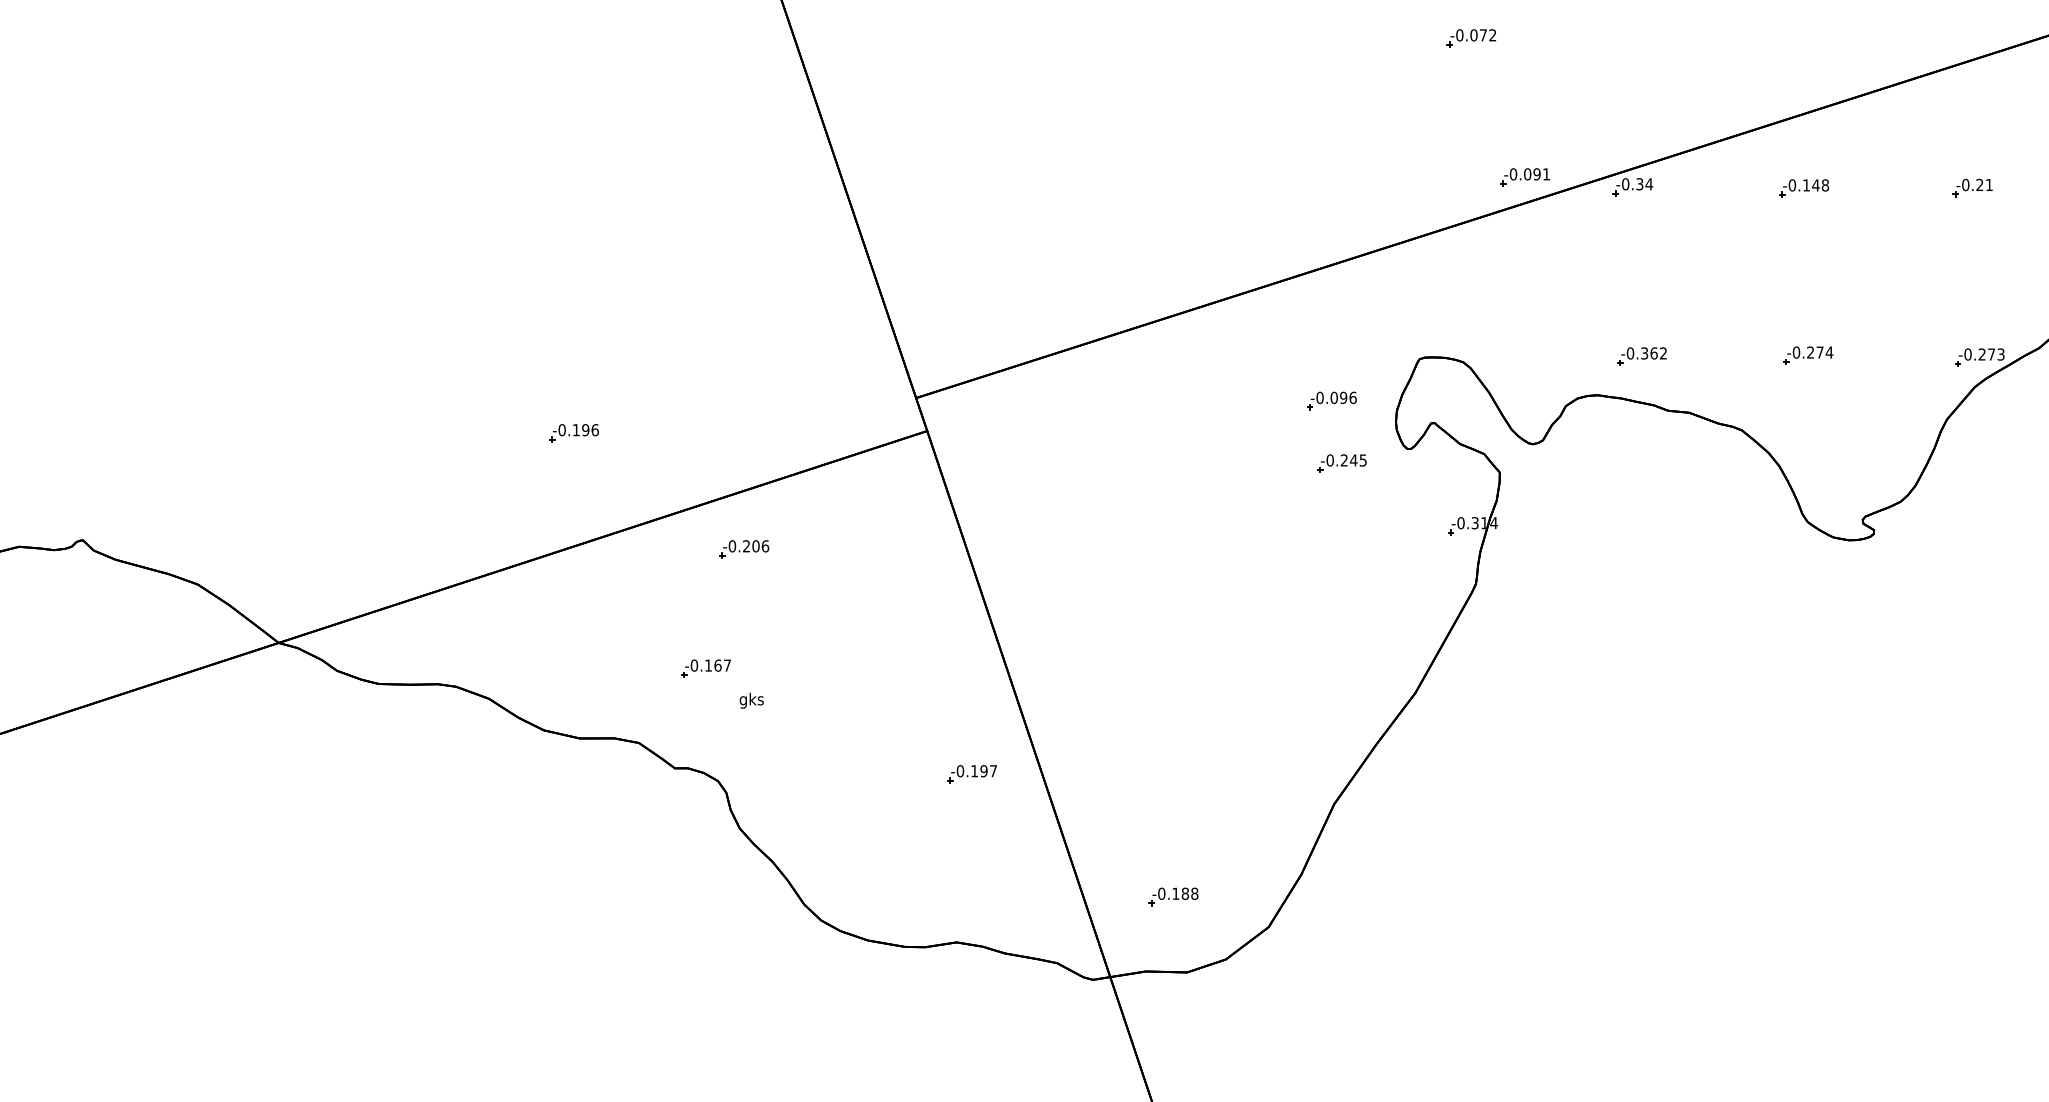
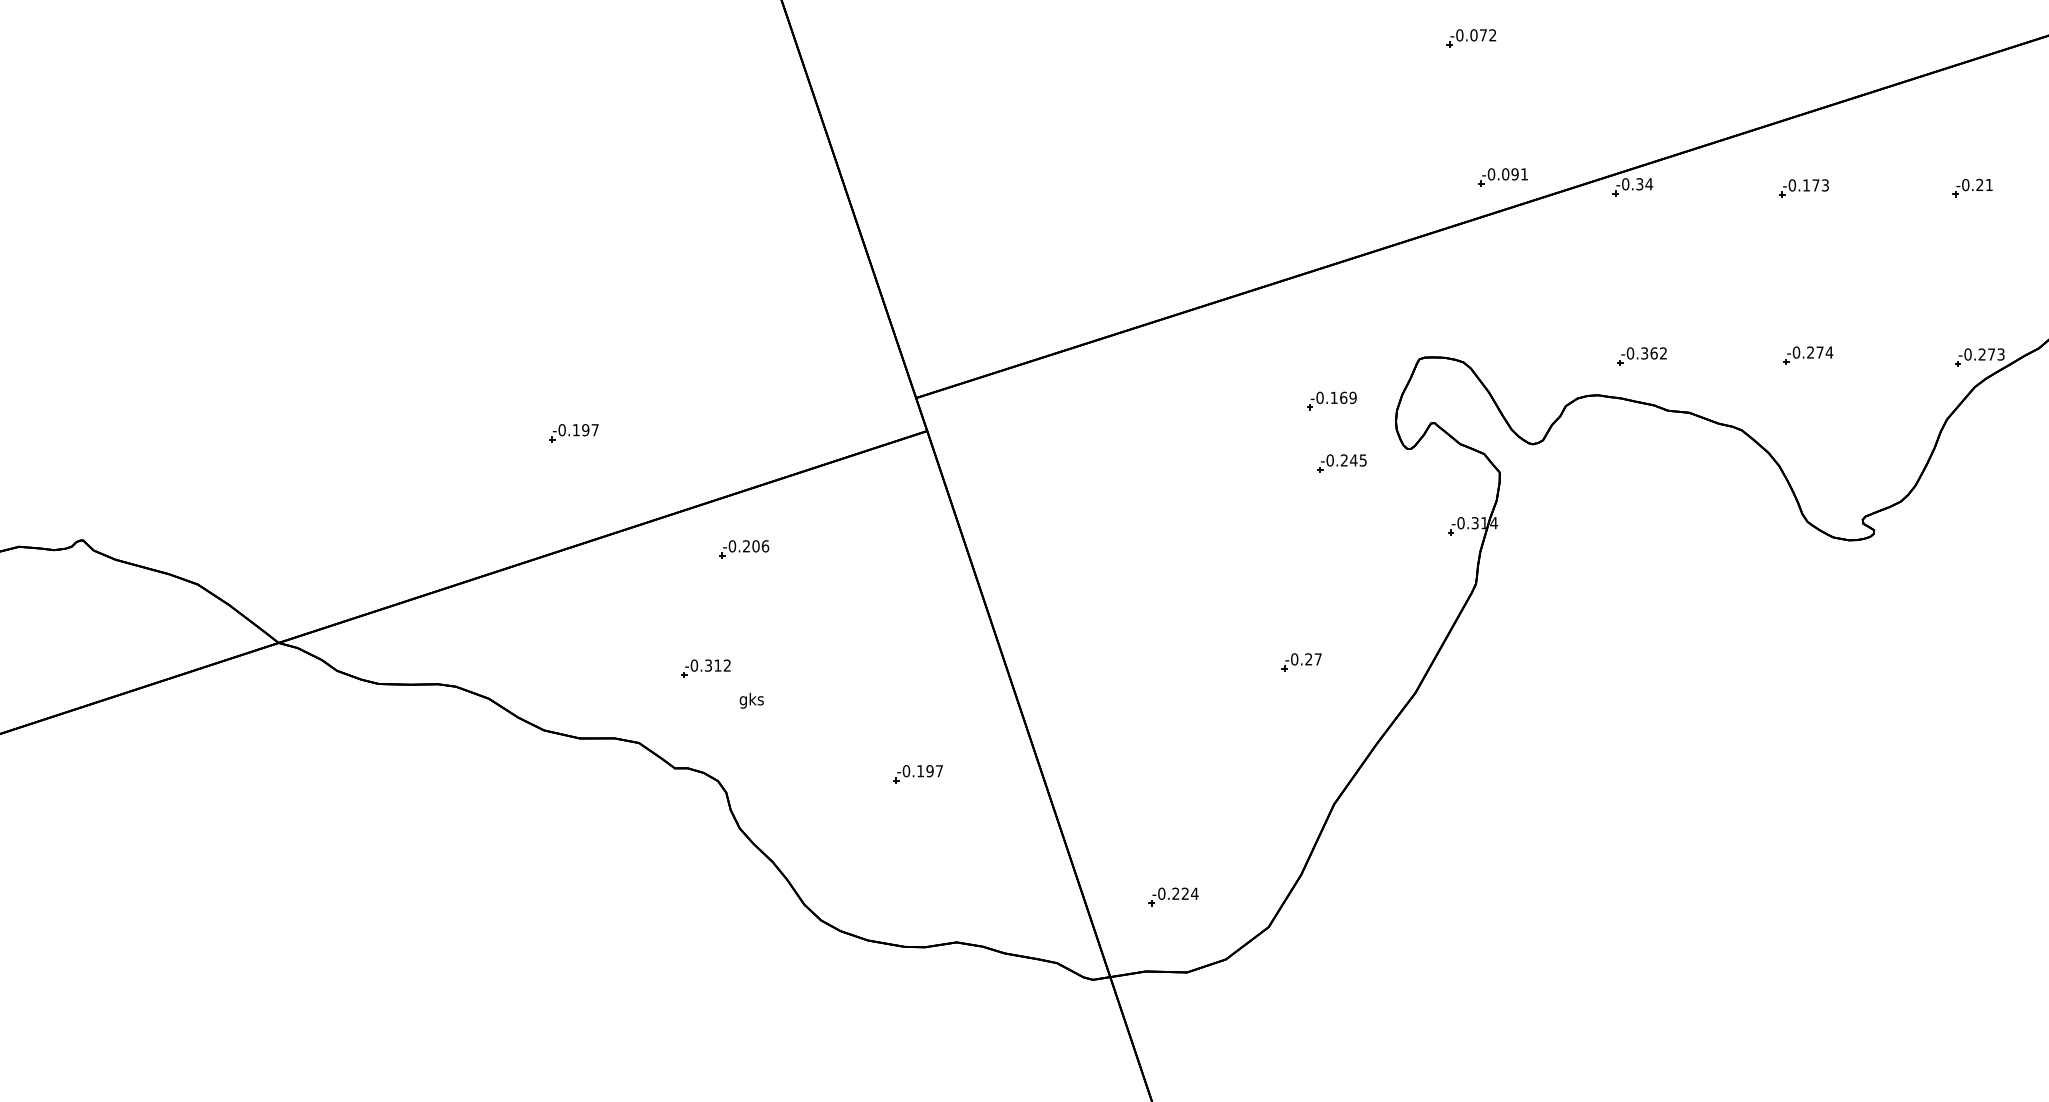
part at (1524, 177) position: (1524, 177) -> (1502, 177)
text at (1820, 185): -0.148 -> -0.173
text at (1343, 397): -0.096 -> -0.169
text at (594, 430): -0.196 -> -0.197
part at (1301, 662): none -> present
text at (717, 665): -0.167 -> -0.312
part at (971, 774) position: (971, 774) -> (917, 774)
text at (1185, 893): -0.188 -> -0.224
